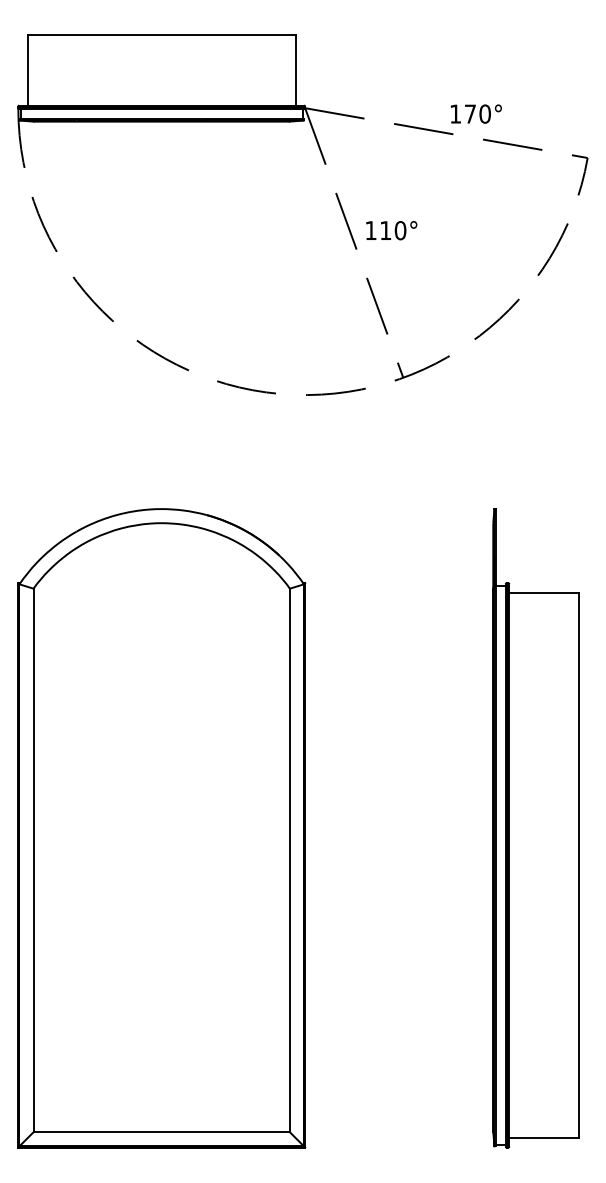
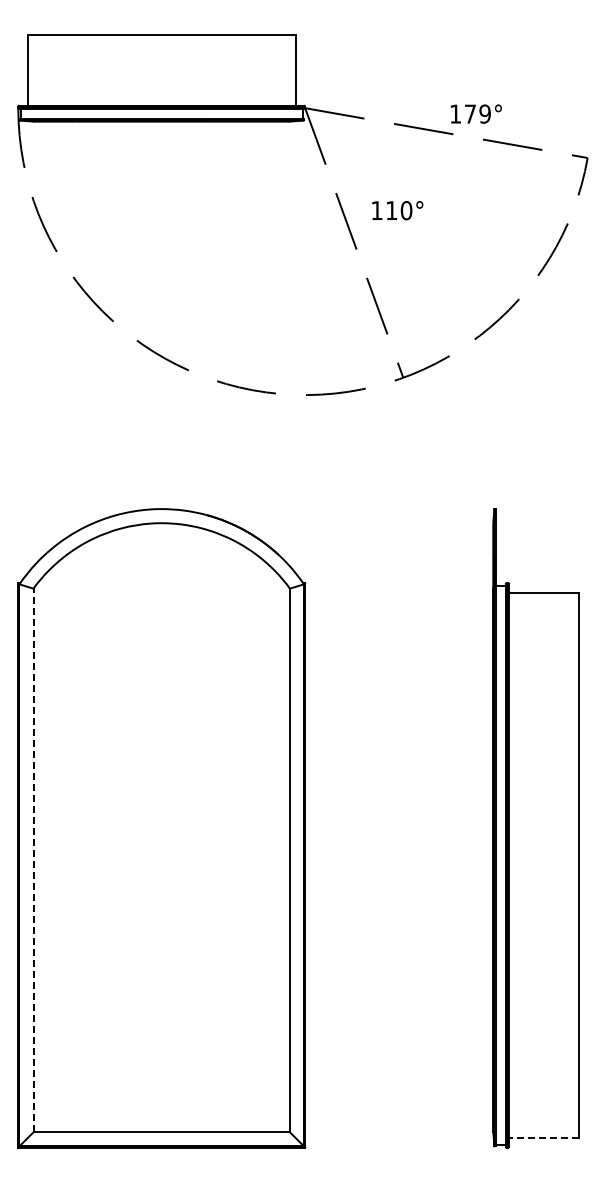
text at (484, 113): 170° -> 179°
text at (391, 230) position: (391, 230) -> (397, 210)
line at (33, 860): solid -> dashed
line at (543, 1138): solid -> dashed
